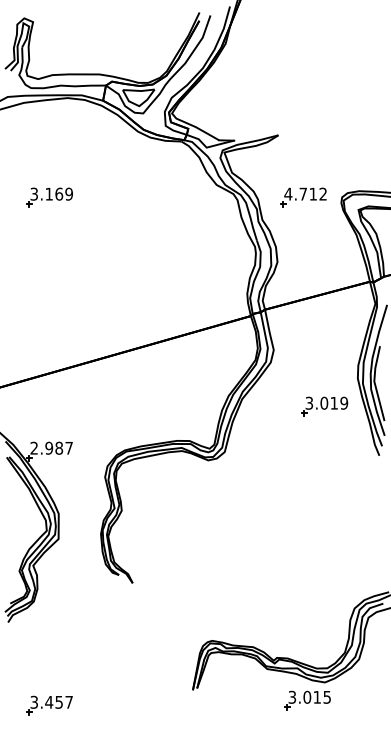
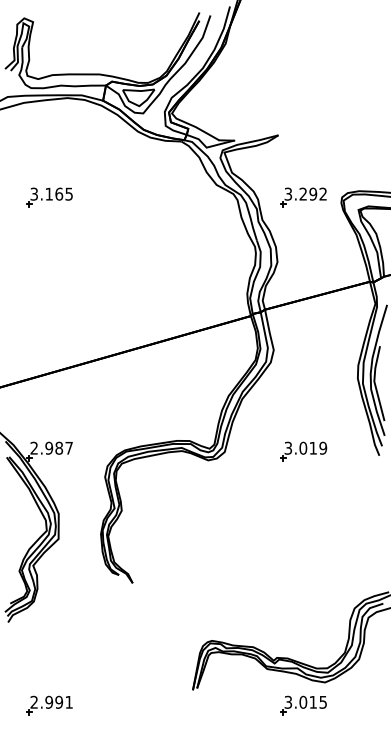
text at (68, 193): 3.169 -> 3.165
text at (300, 193): 4.712 -> 3.292
part at (324, 406) position: (324, 406) -> (303, 451)
part at (307, 700) position: (307, 700) -> (303, 705)
text at (51, 701): 3.457 -> 2.991
